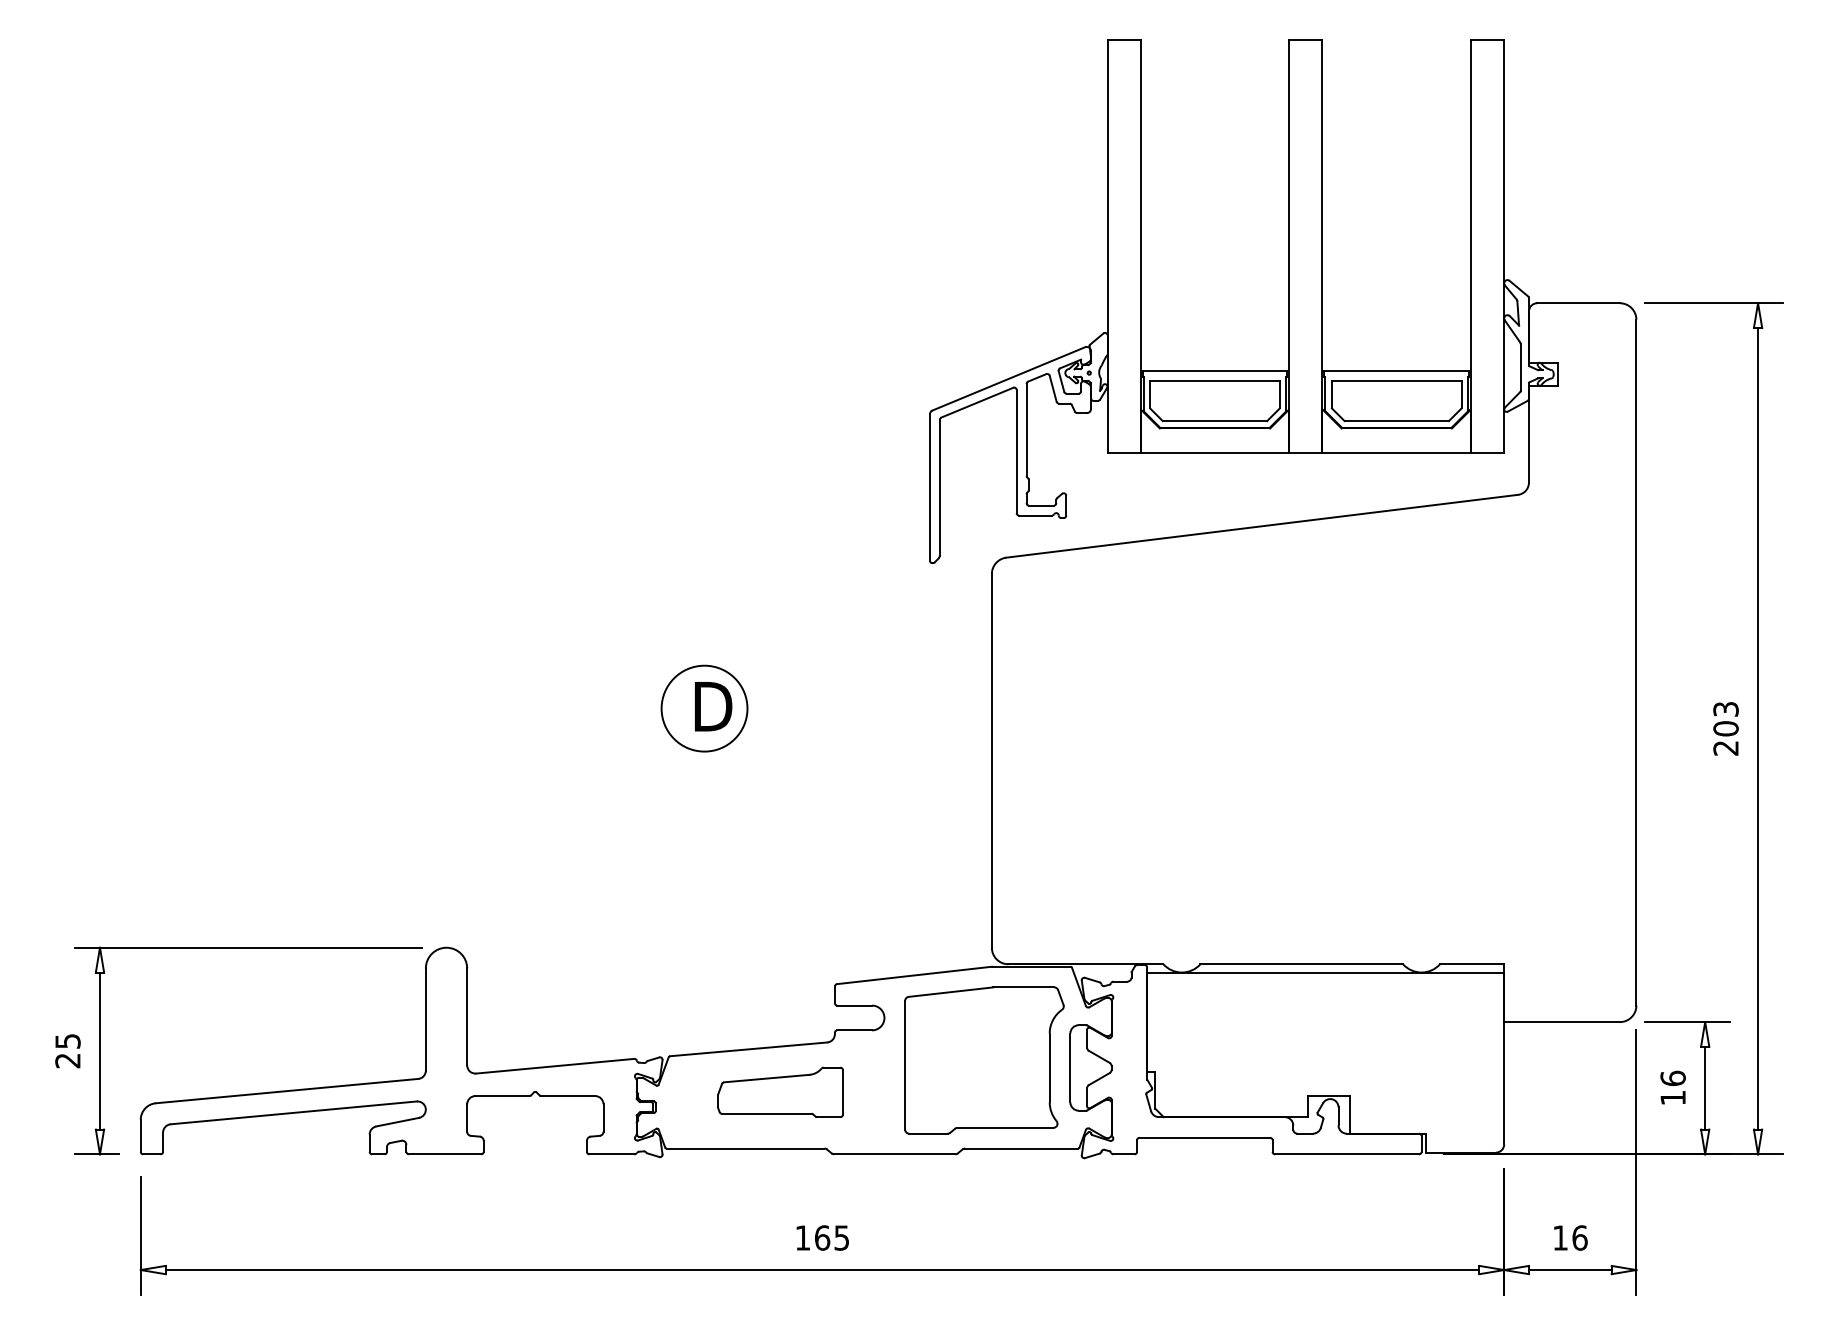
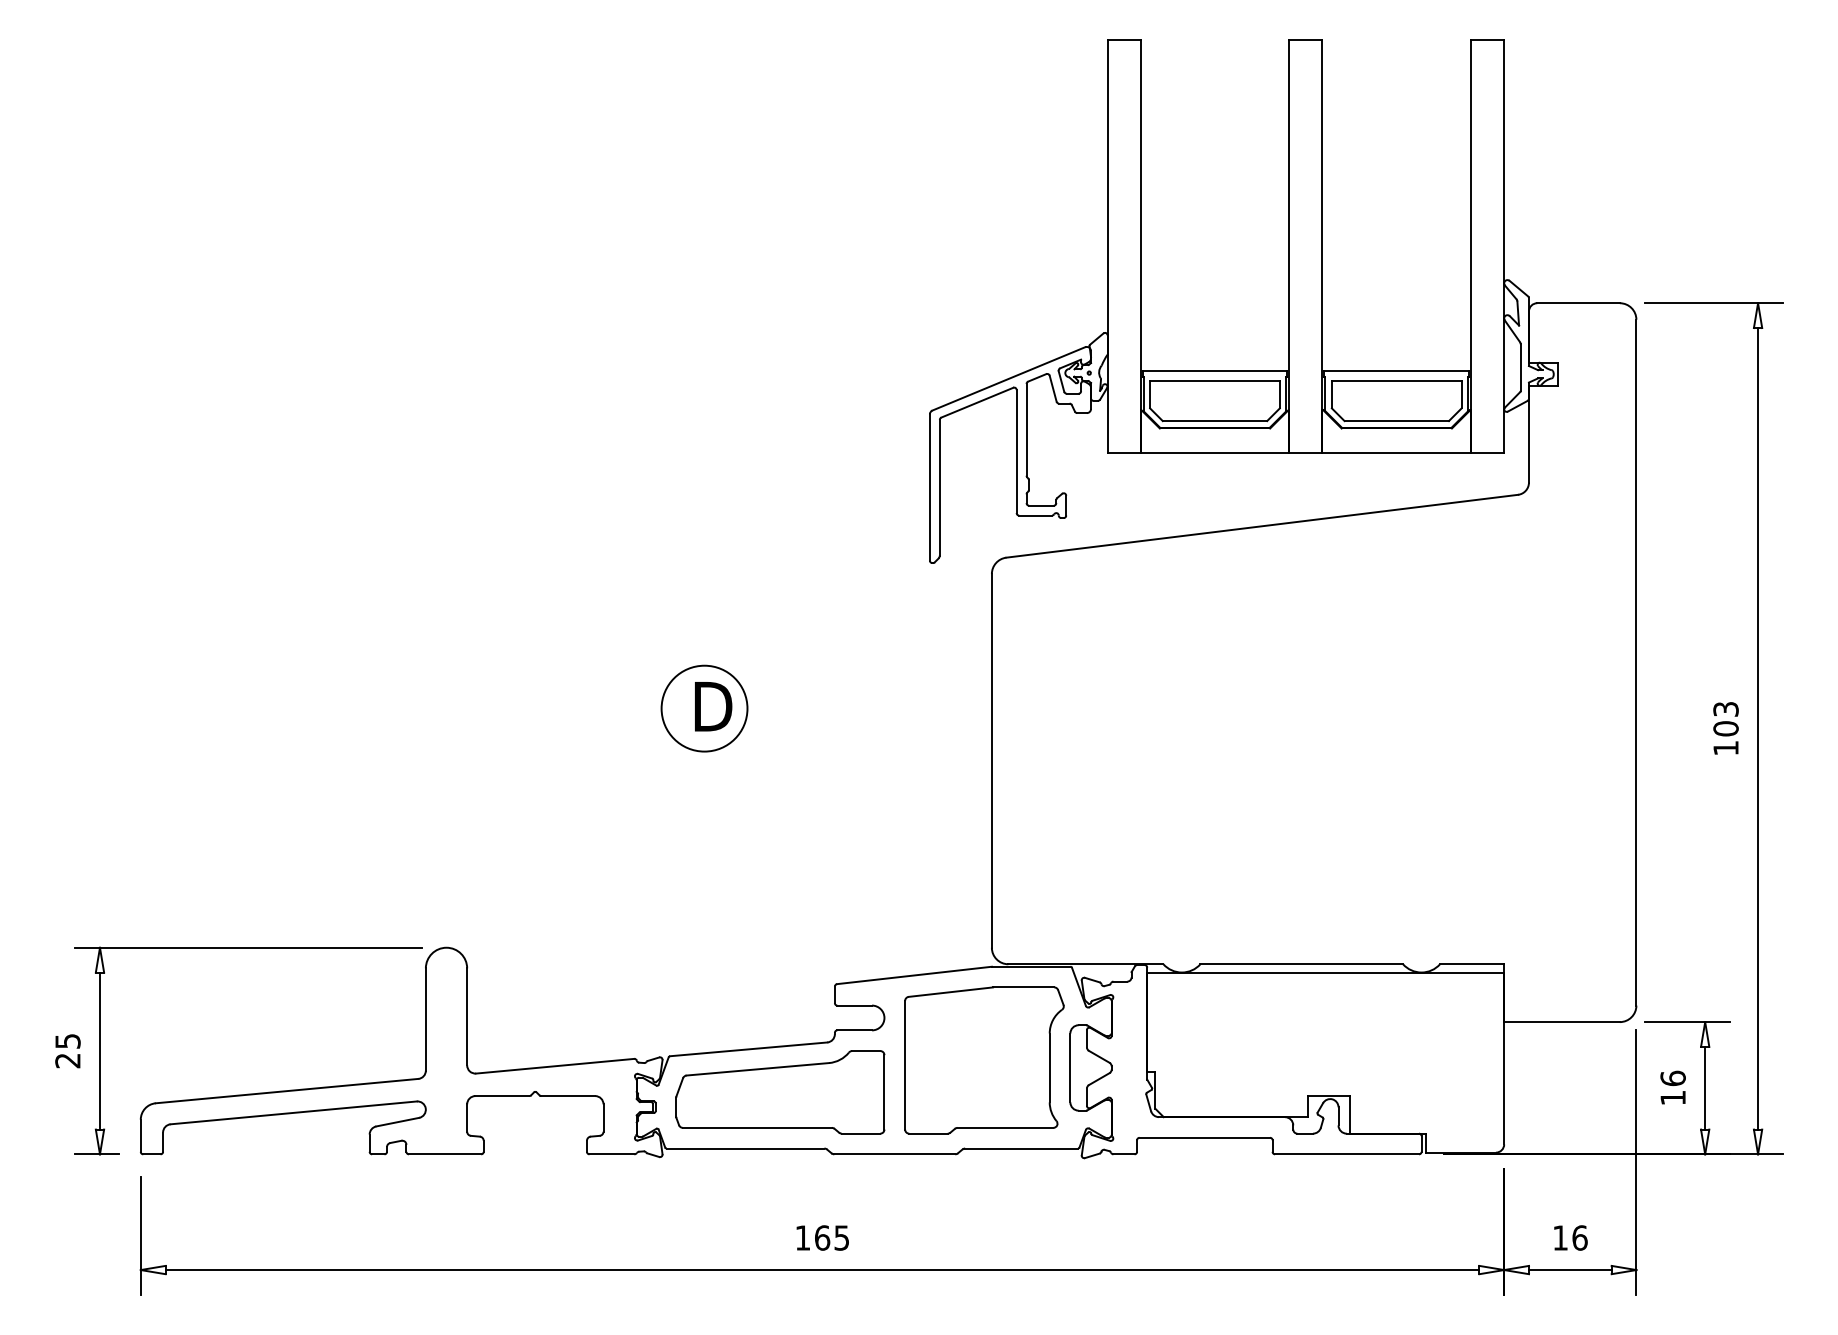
text at (1725, 748): 203 -> 103
part at (780, 1091) size: 127x52 px -> 211x85 px
